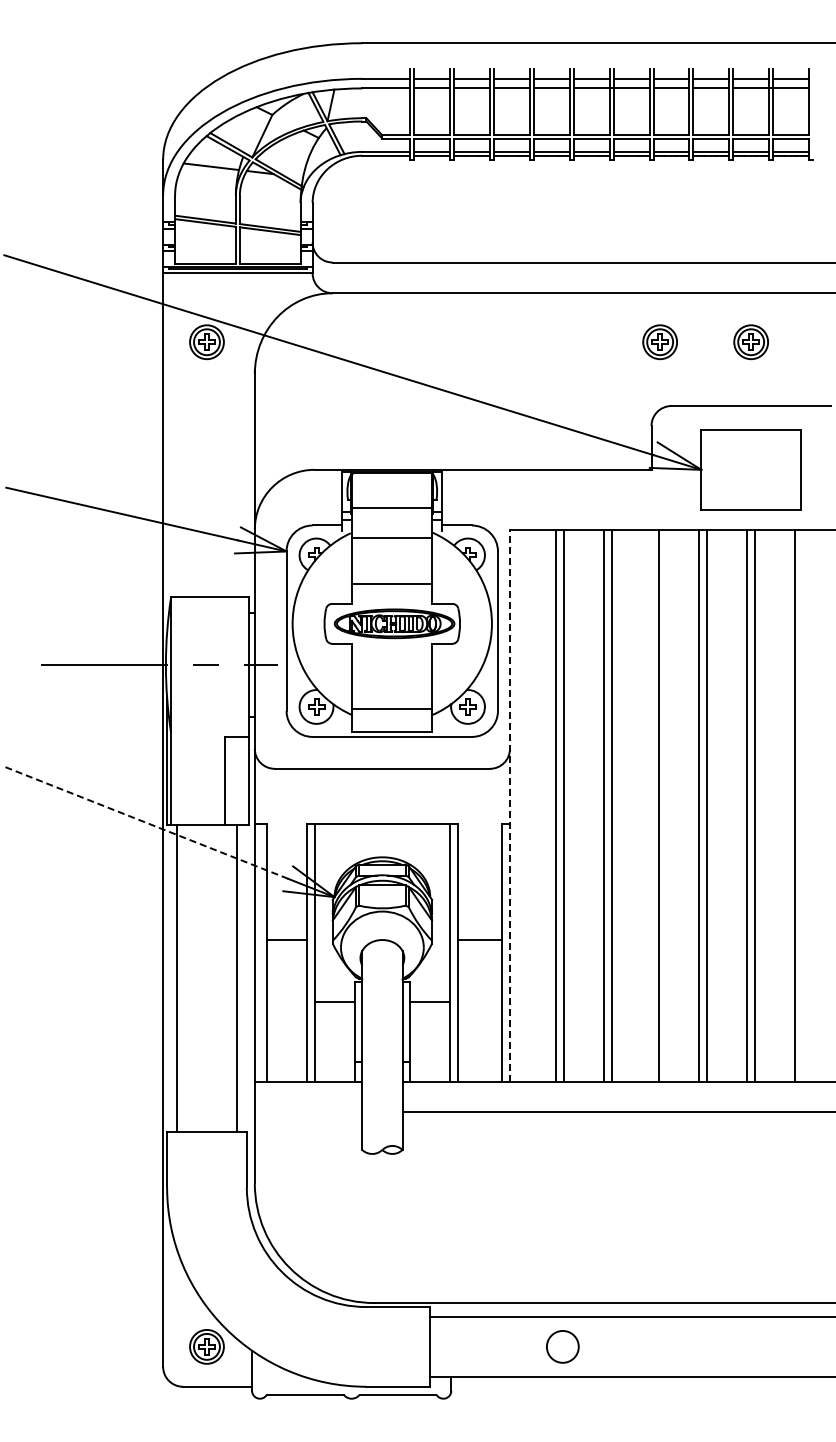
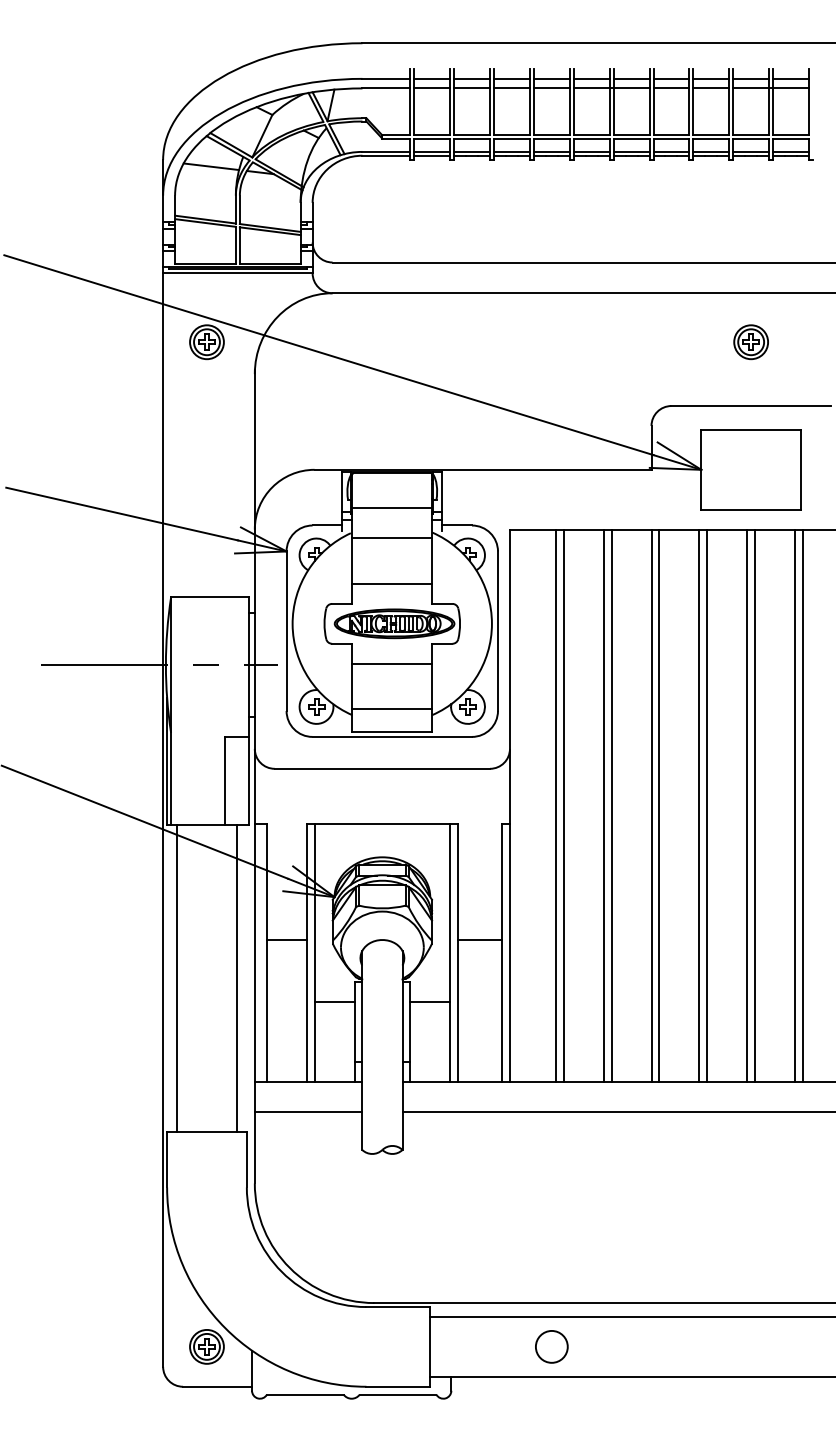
part at (659, 342): present -> none
line at (392, 663): none -> present
line at (509, 805): dashed -> solid
line at (651, 805): none -> present
line at (803, 805): none -> present
line at (145, 822): dashed -> solid
line at (308, 1111): none -> present
circle at (562, 1346) position: (562, 1346) -> (551, 1346)
